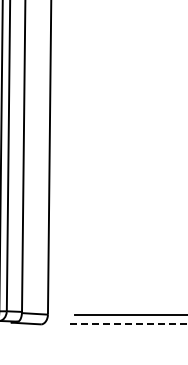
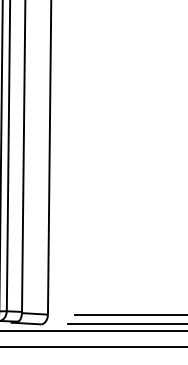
line at (127, 324): dashed -> solid
line at (93, 330): none -> present
line at (93, 347): none -> present
